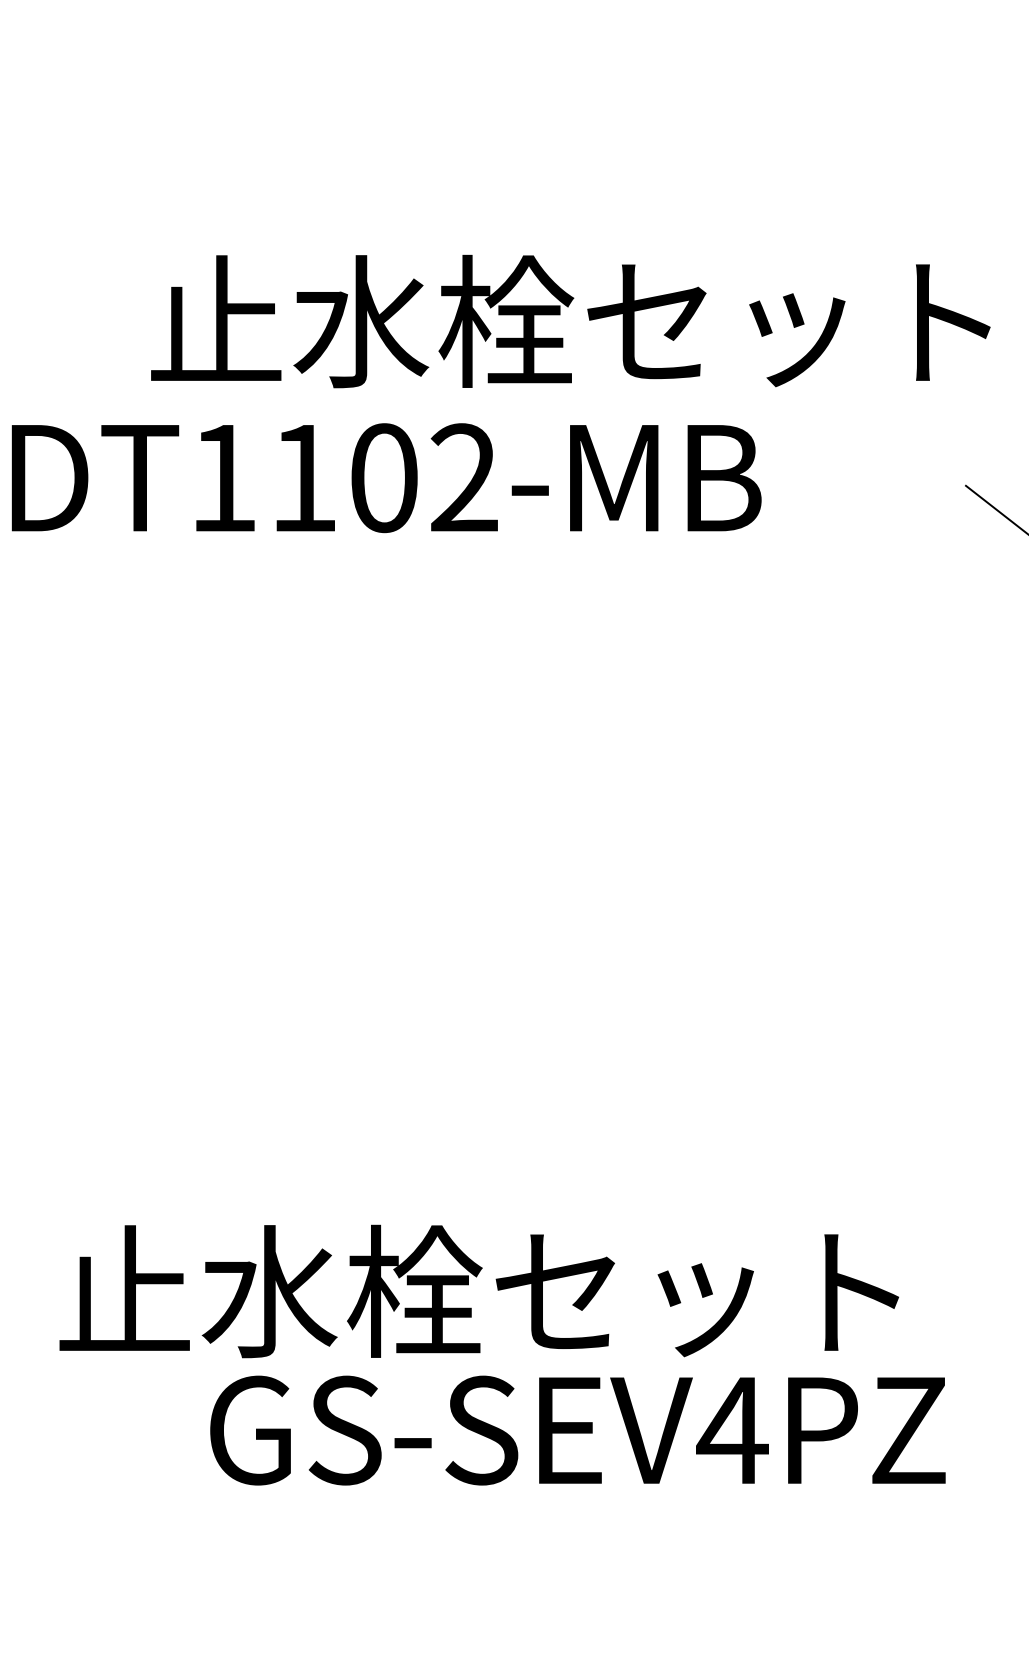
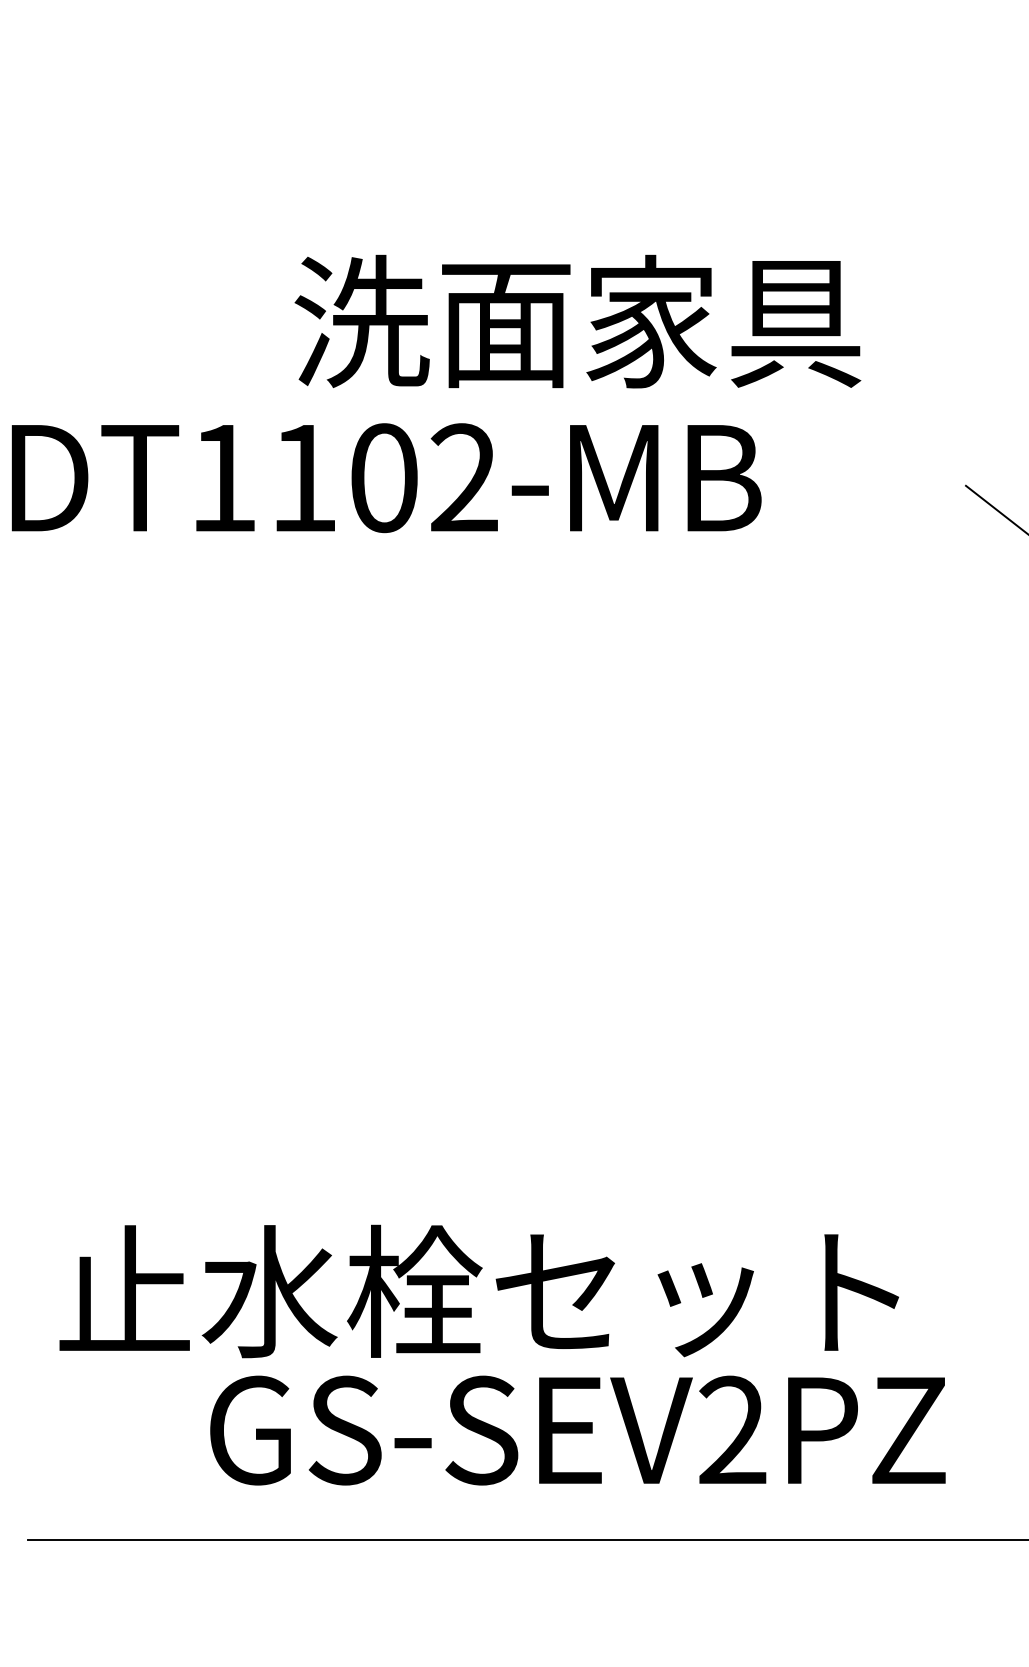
text at (570, 321): 止水栓セット -> 洗面家具
text at (732, 1429): GS-SEV4PZ -> GS-SEV2PZ
line at (526, 1539): none -> present
